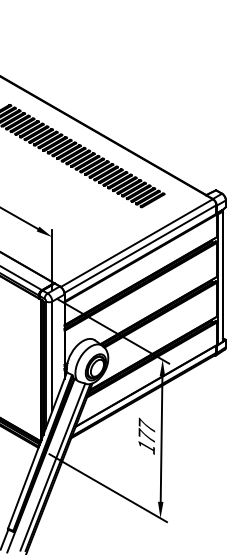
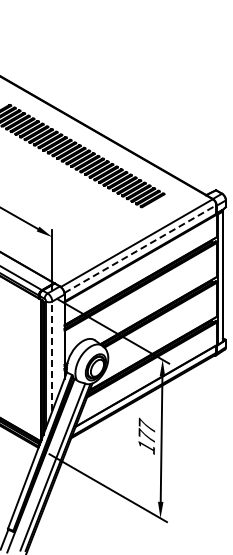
line at (140, 249): solid -> dashed
line at (52, 356): solid -> dashed
